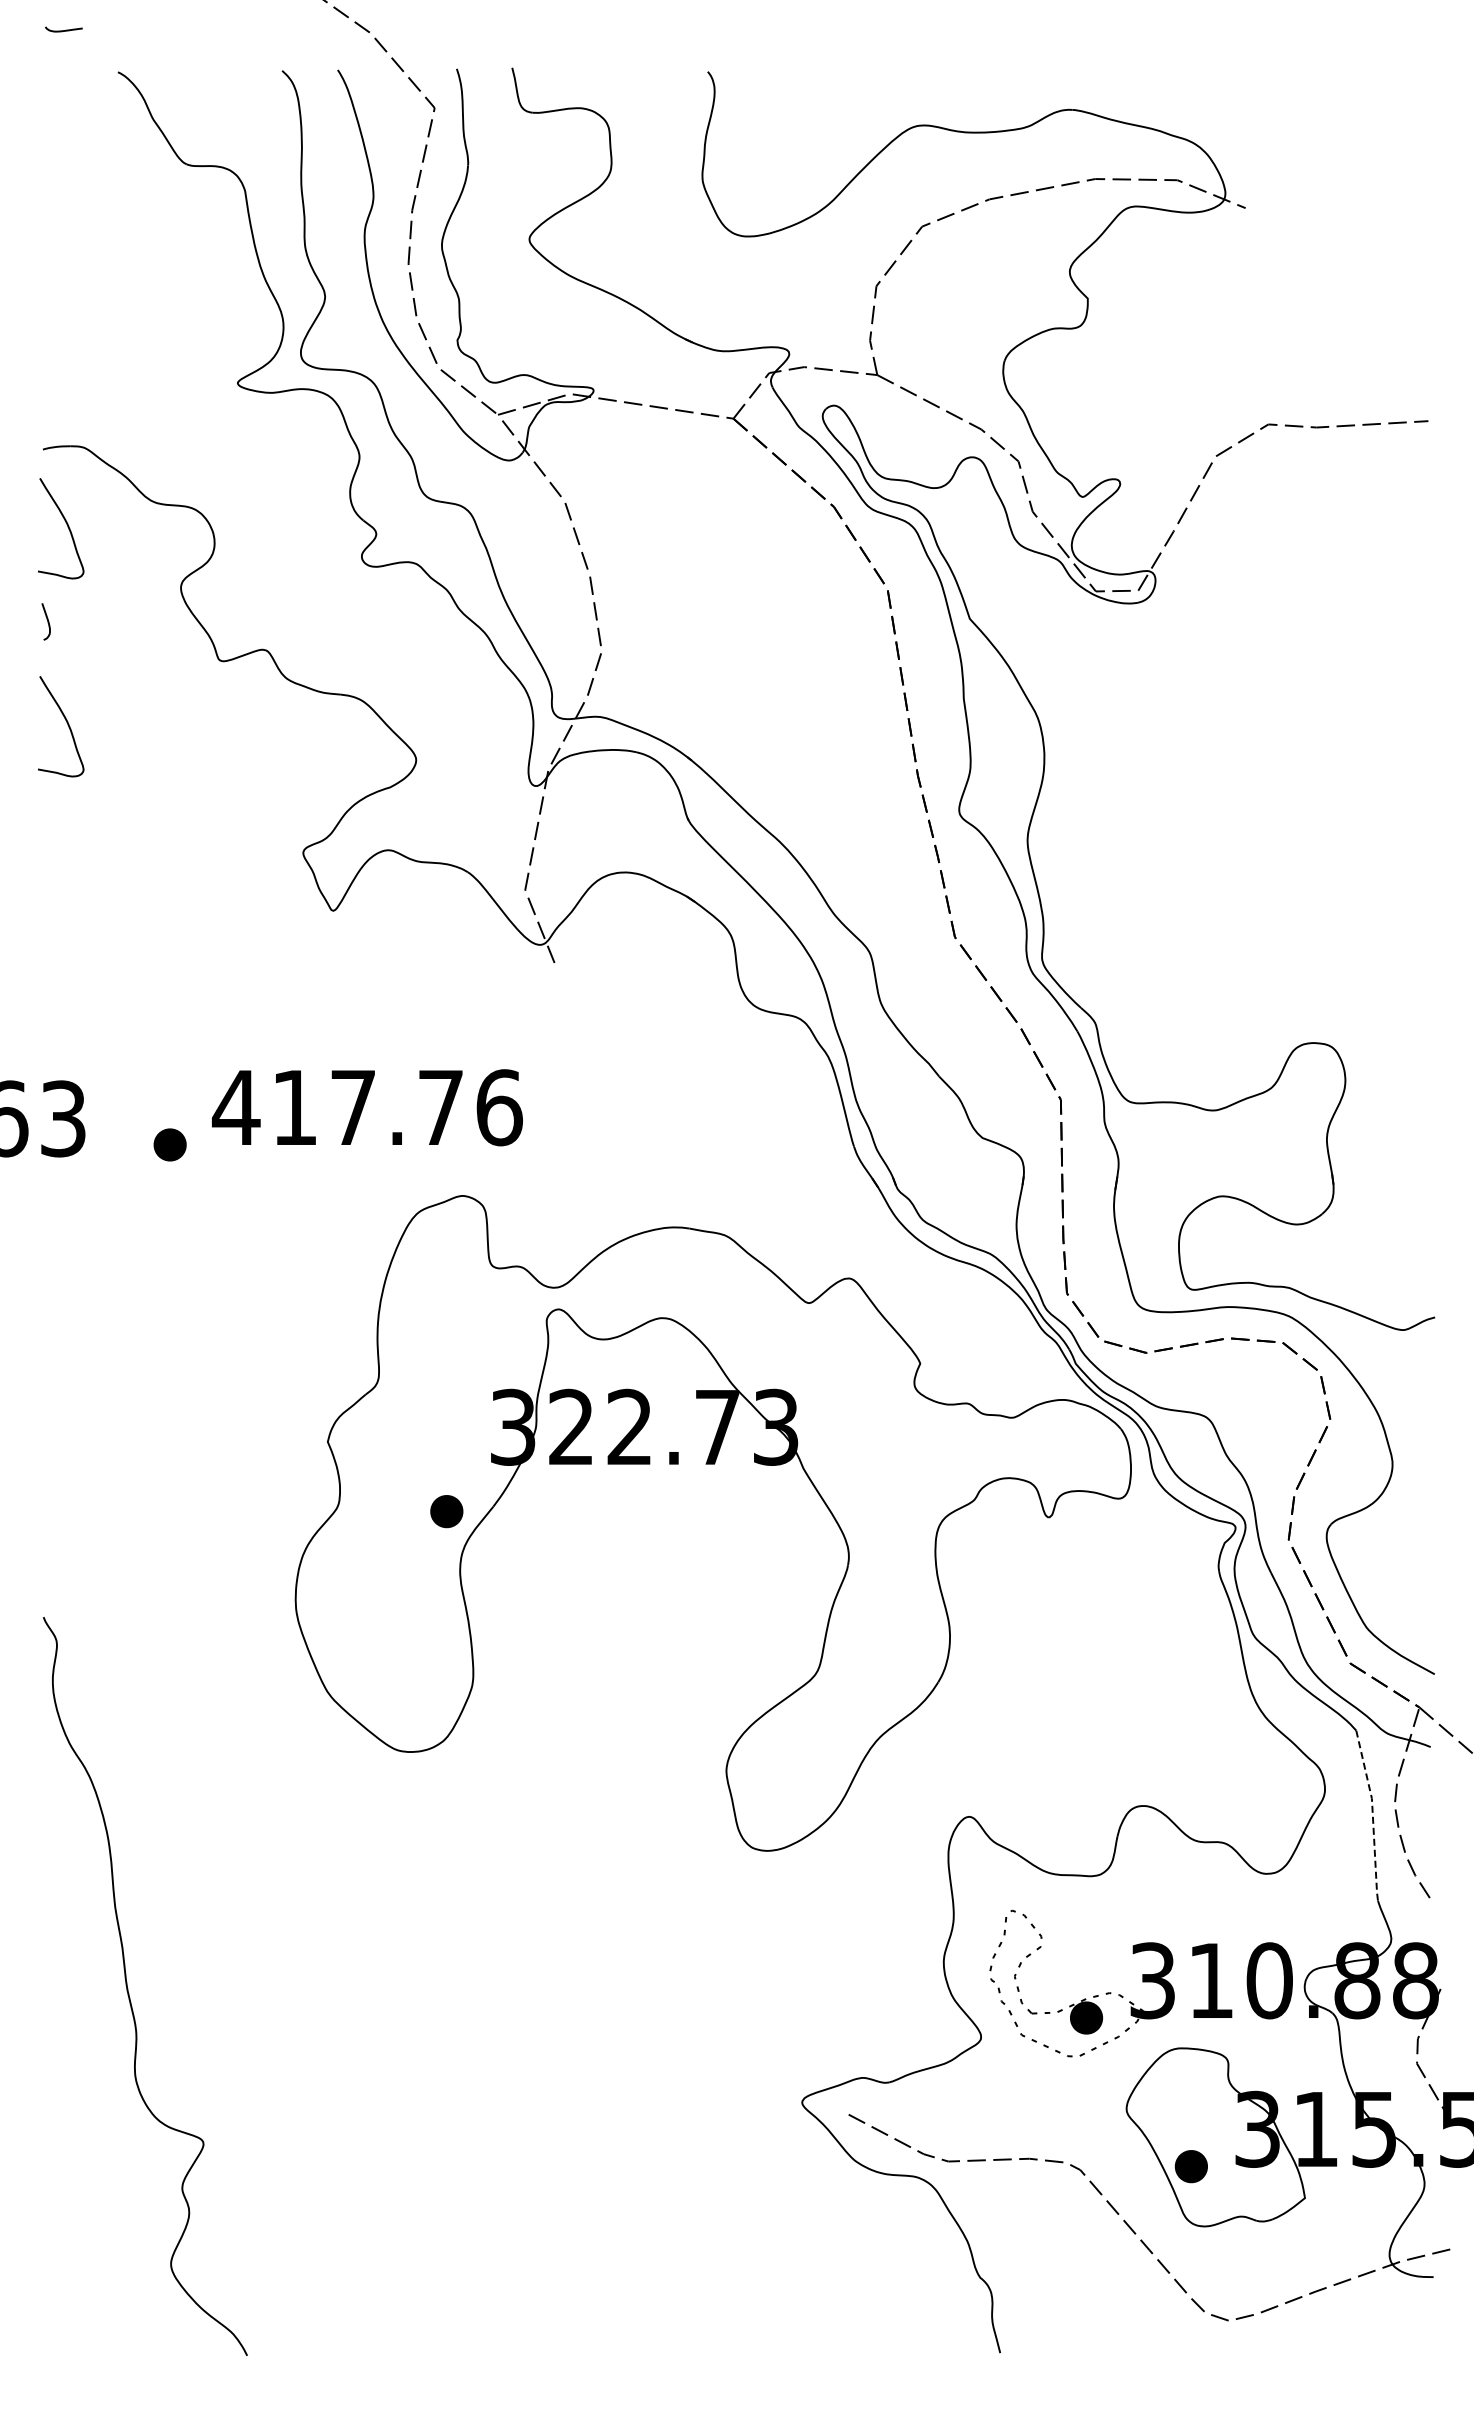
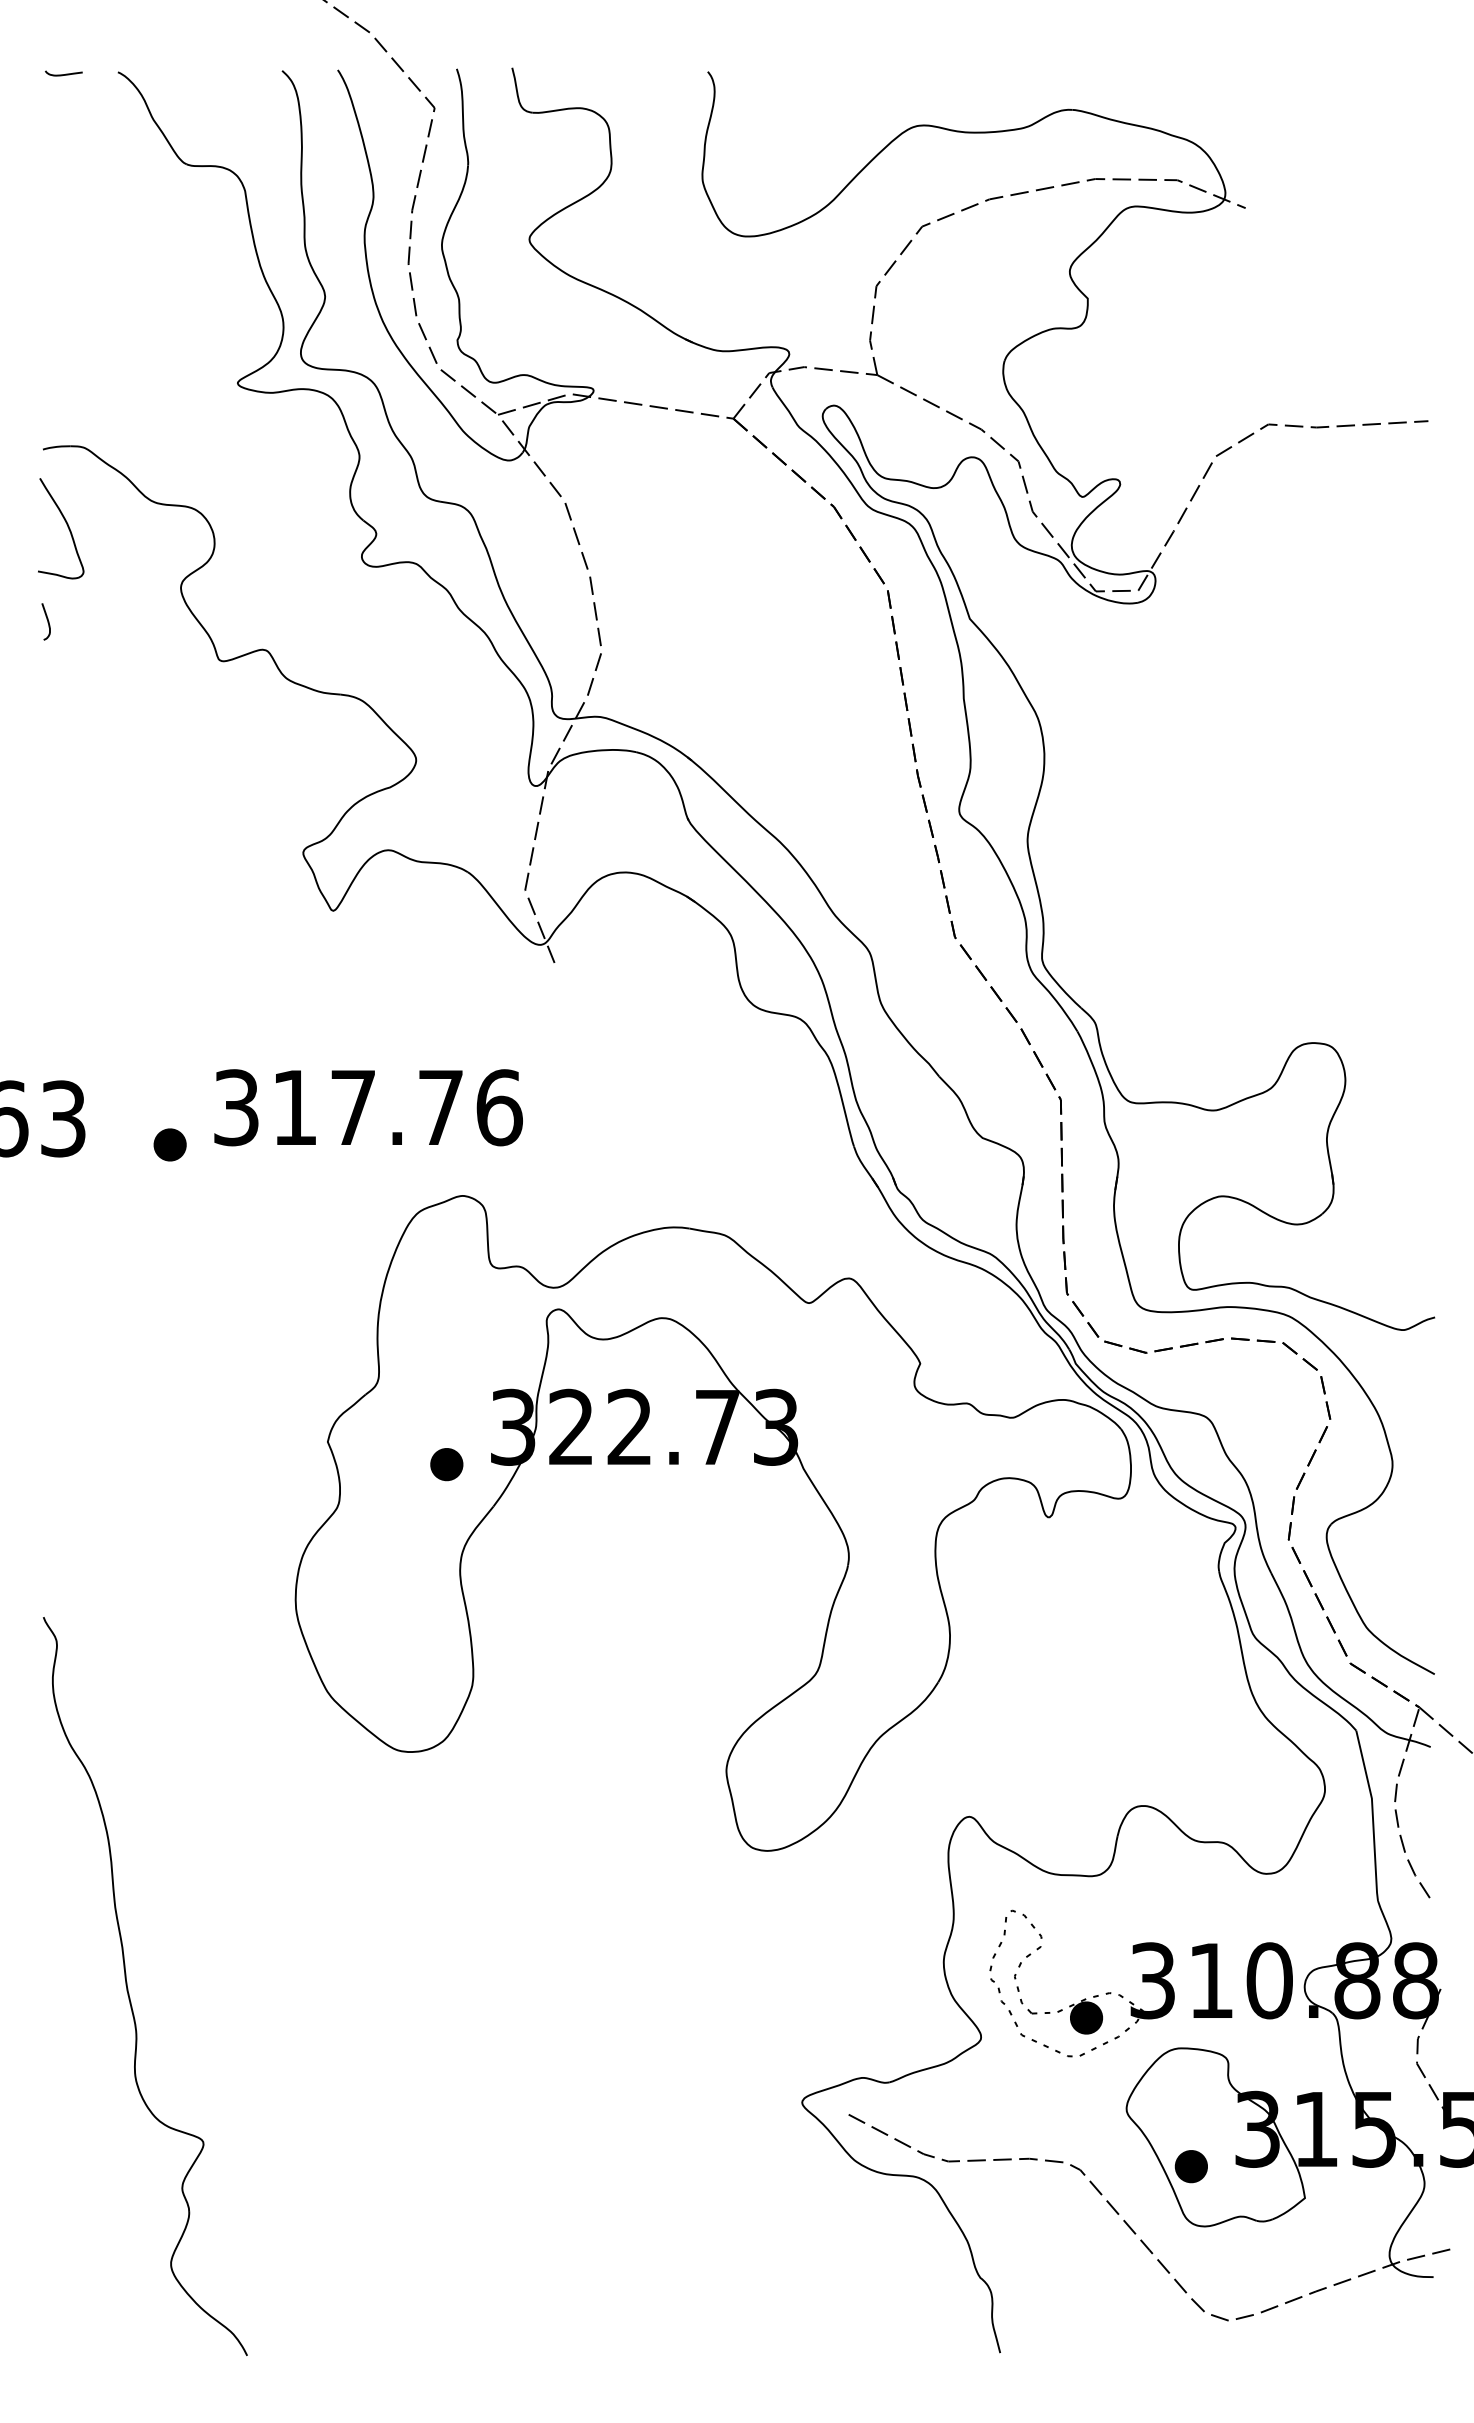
curve at (63, 30) position: (63, 30) -> (63, 74)
curve at (67, 725): present -> none
text at (236, 1107): 417.76 -> 317.76
part at (446, 1511) position: (446, 1511) -> (446, 1464)
line at (1372, 1815): dashed -> solid
